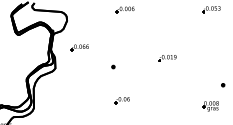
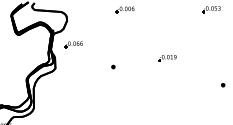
part at (79, 47) position: (79, 47) -> (73, 44)
part at (121, 100): present -> none
part at (210, 106): present -> none
